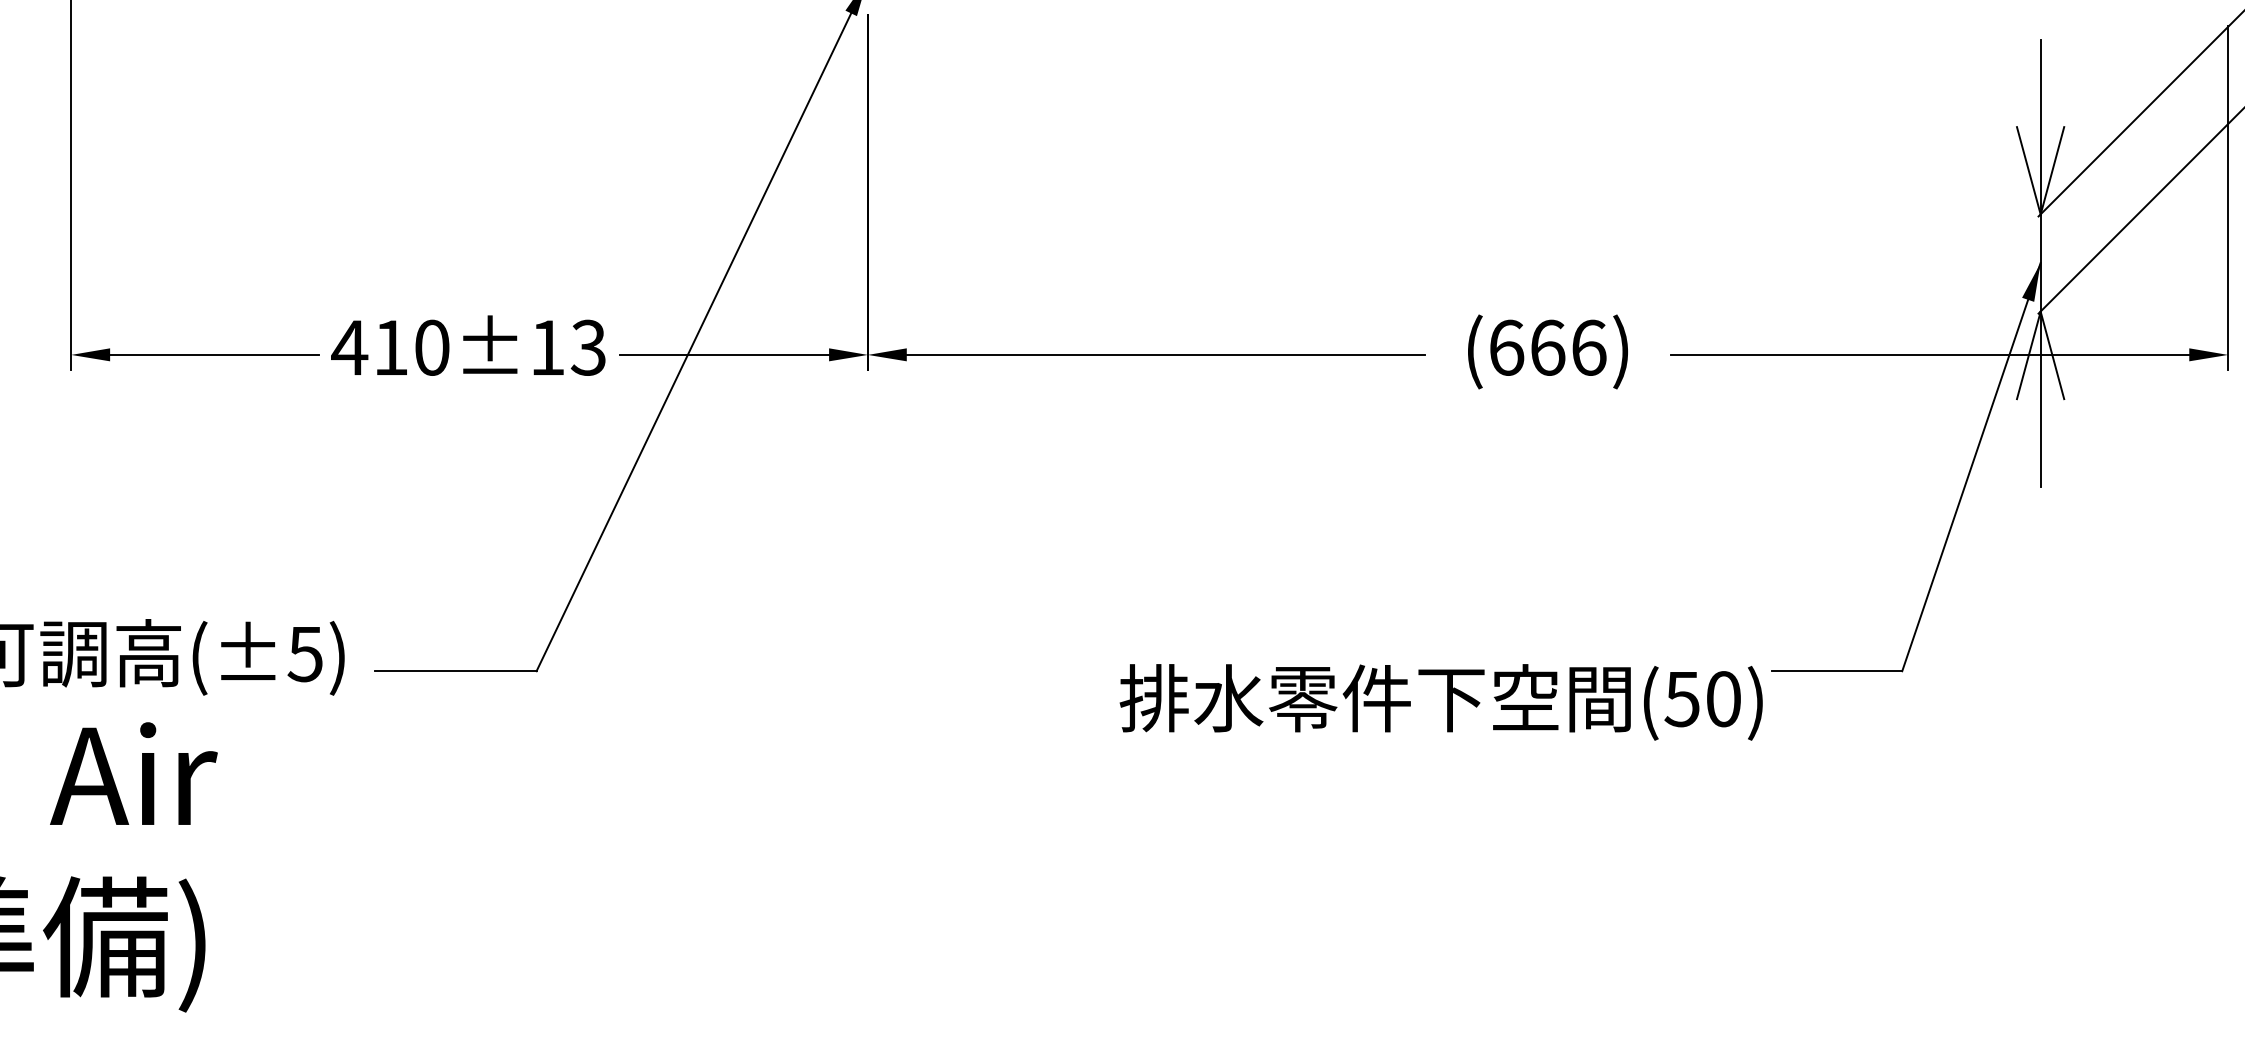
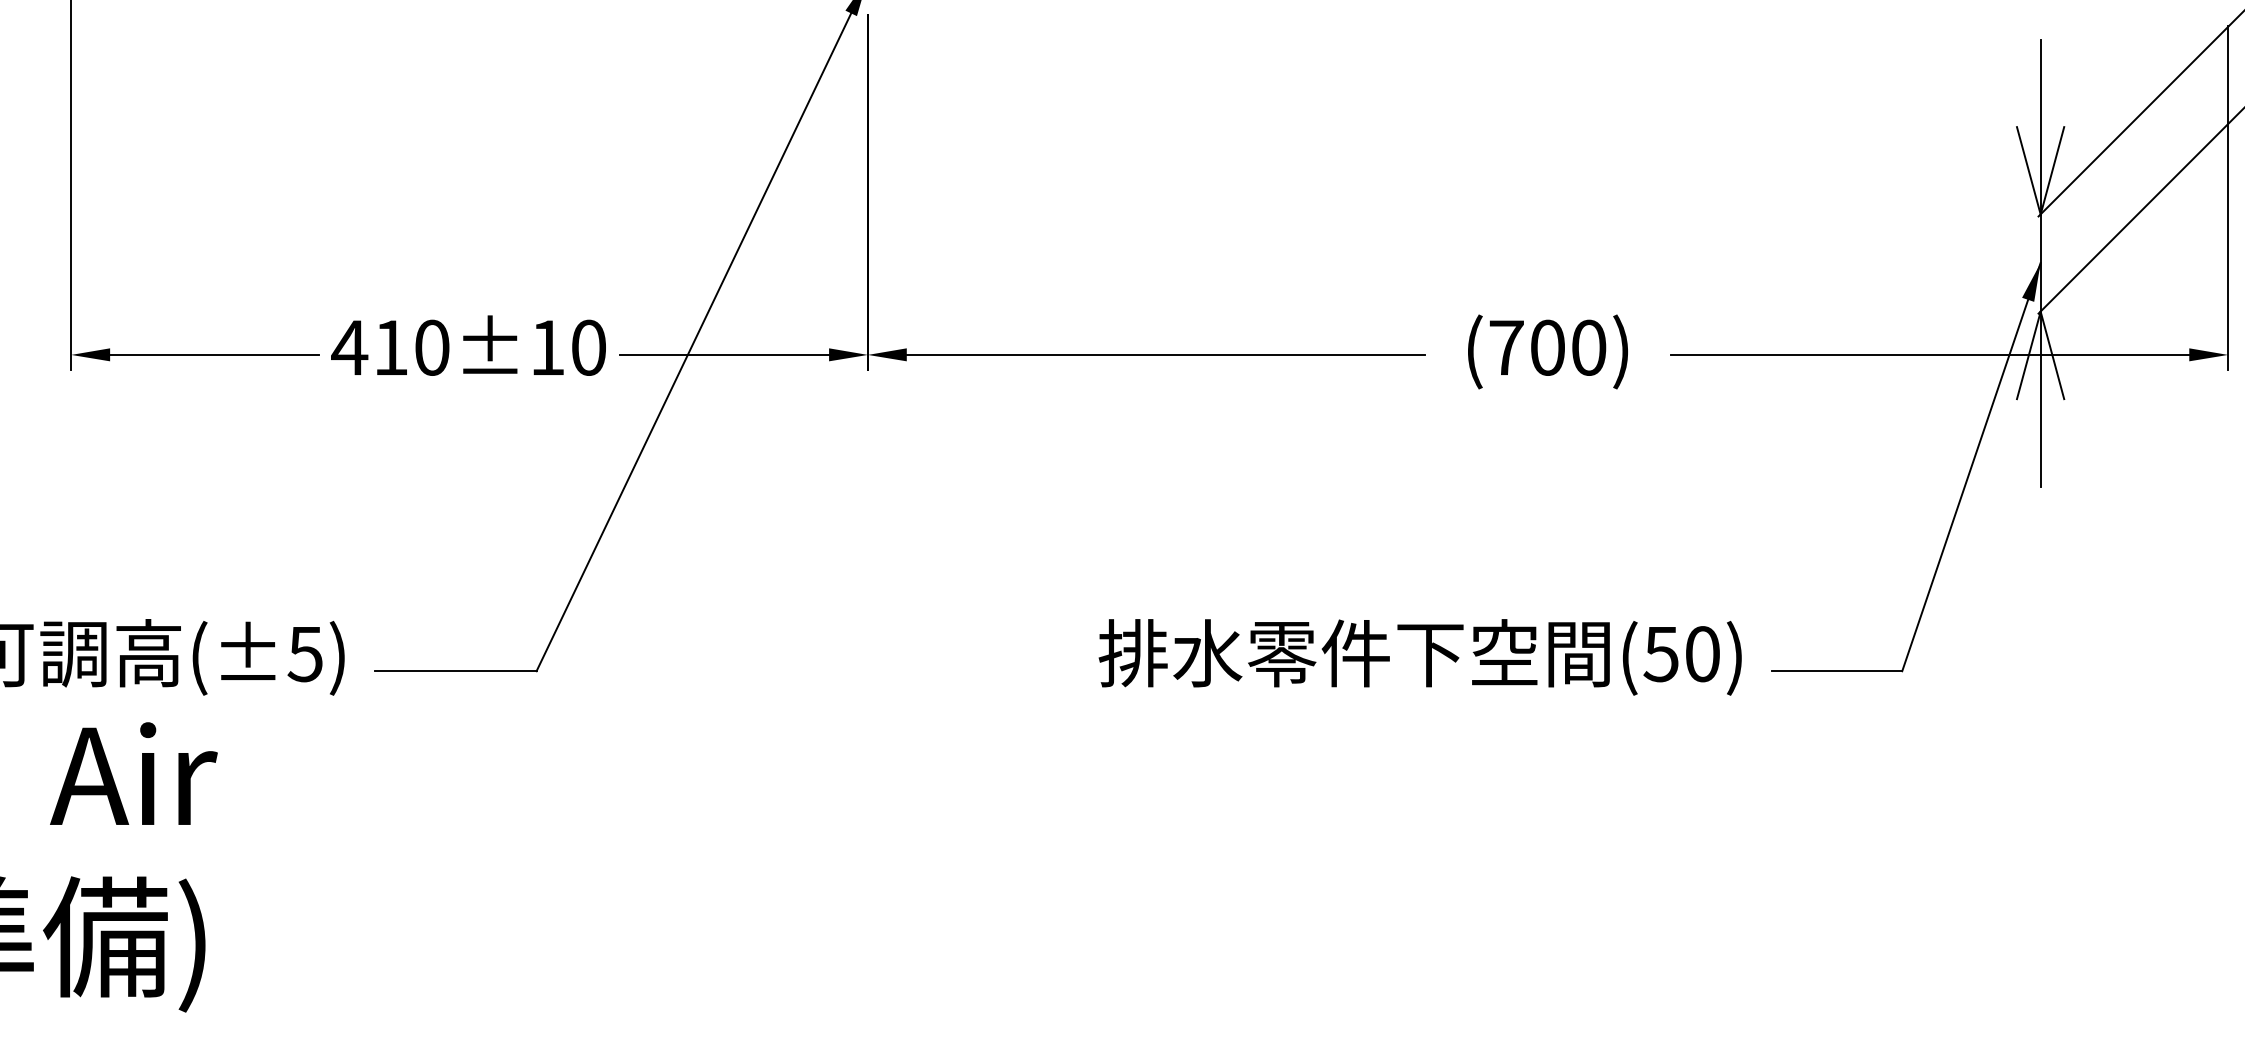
text at (587, 347): 410±13 -> 410±10
text at (1547, 347): (666) -> (700)
text at (1440, 702) position: (1440, 702) -> (1419, 657)
